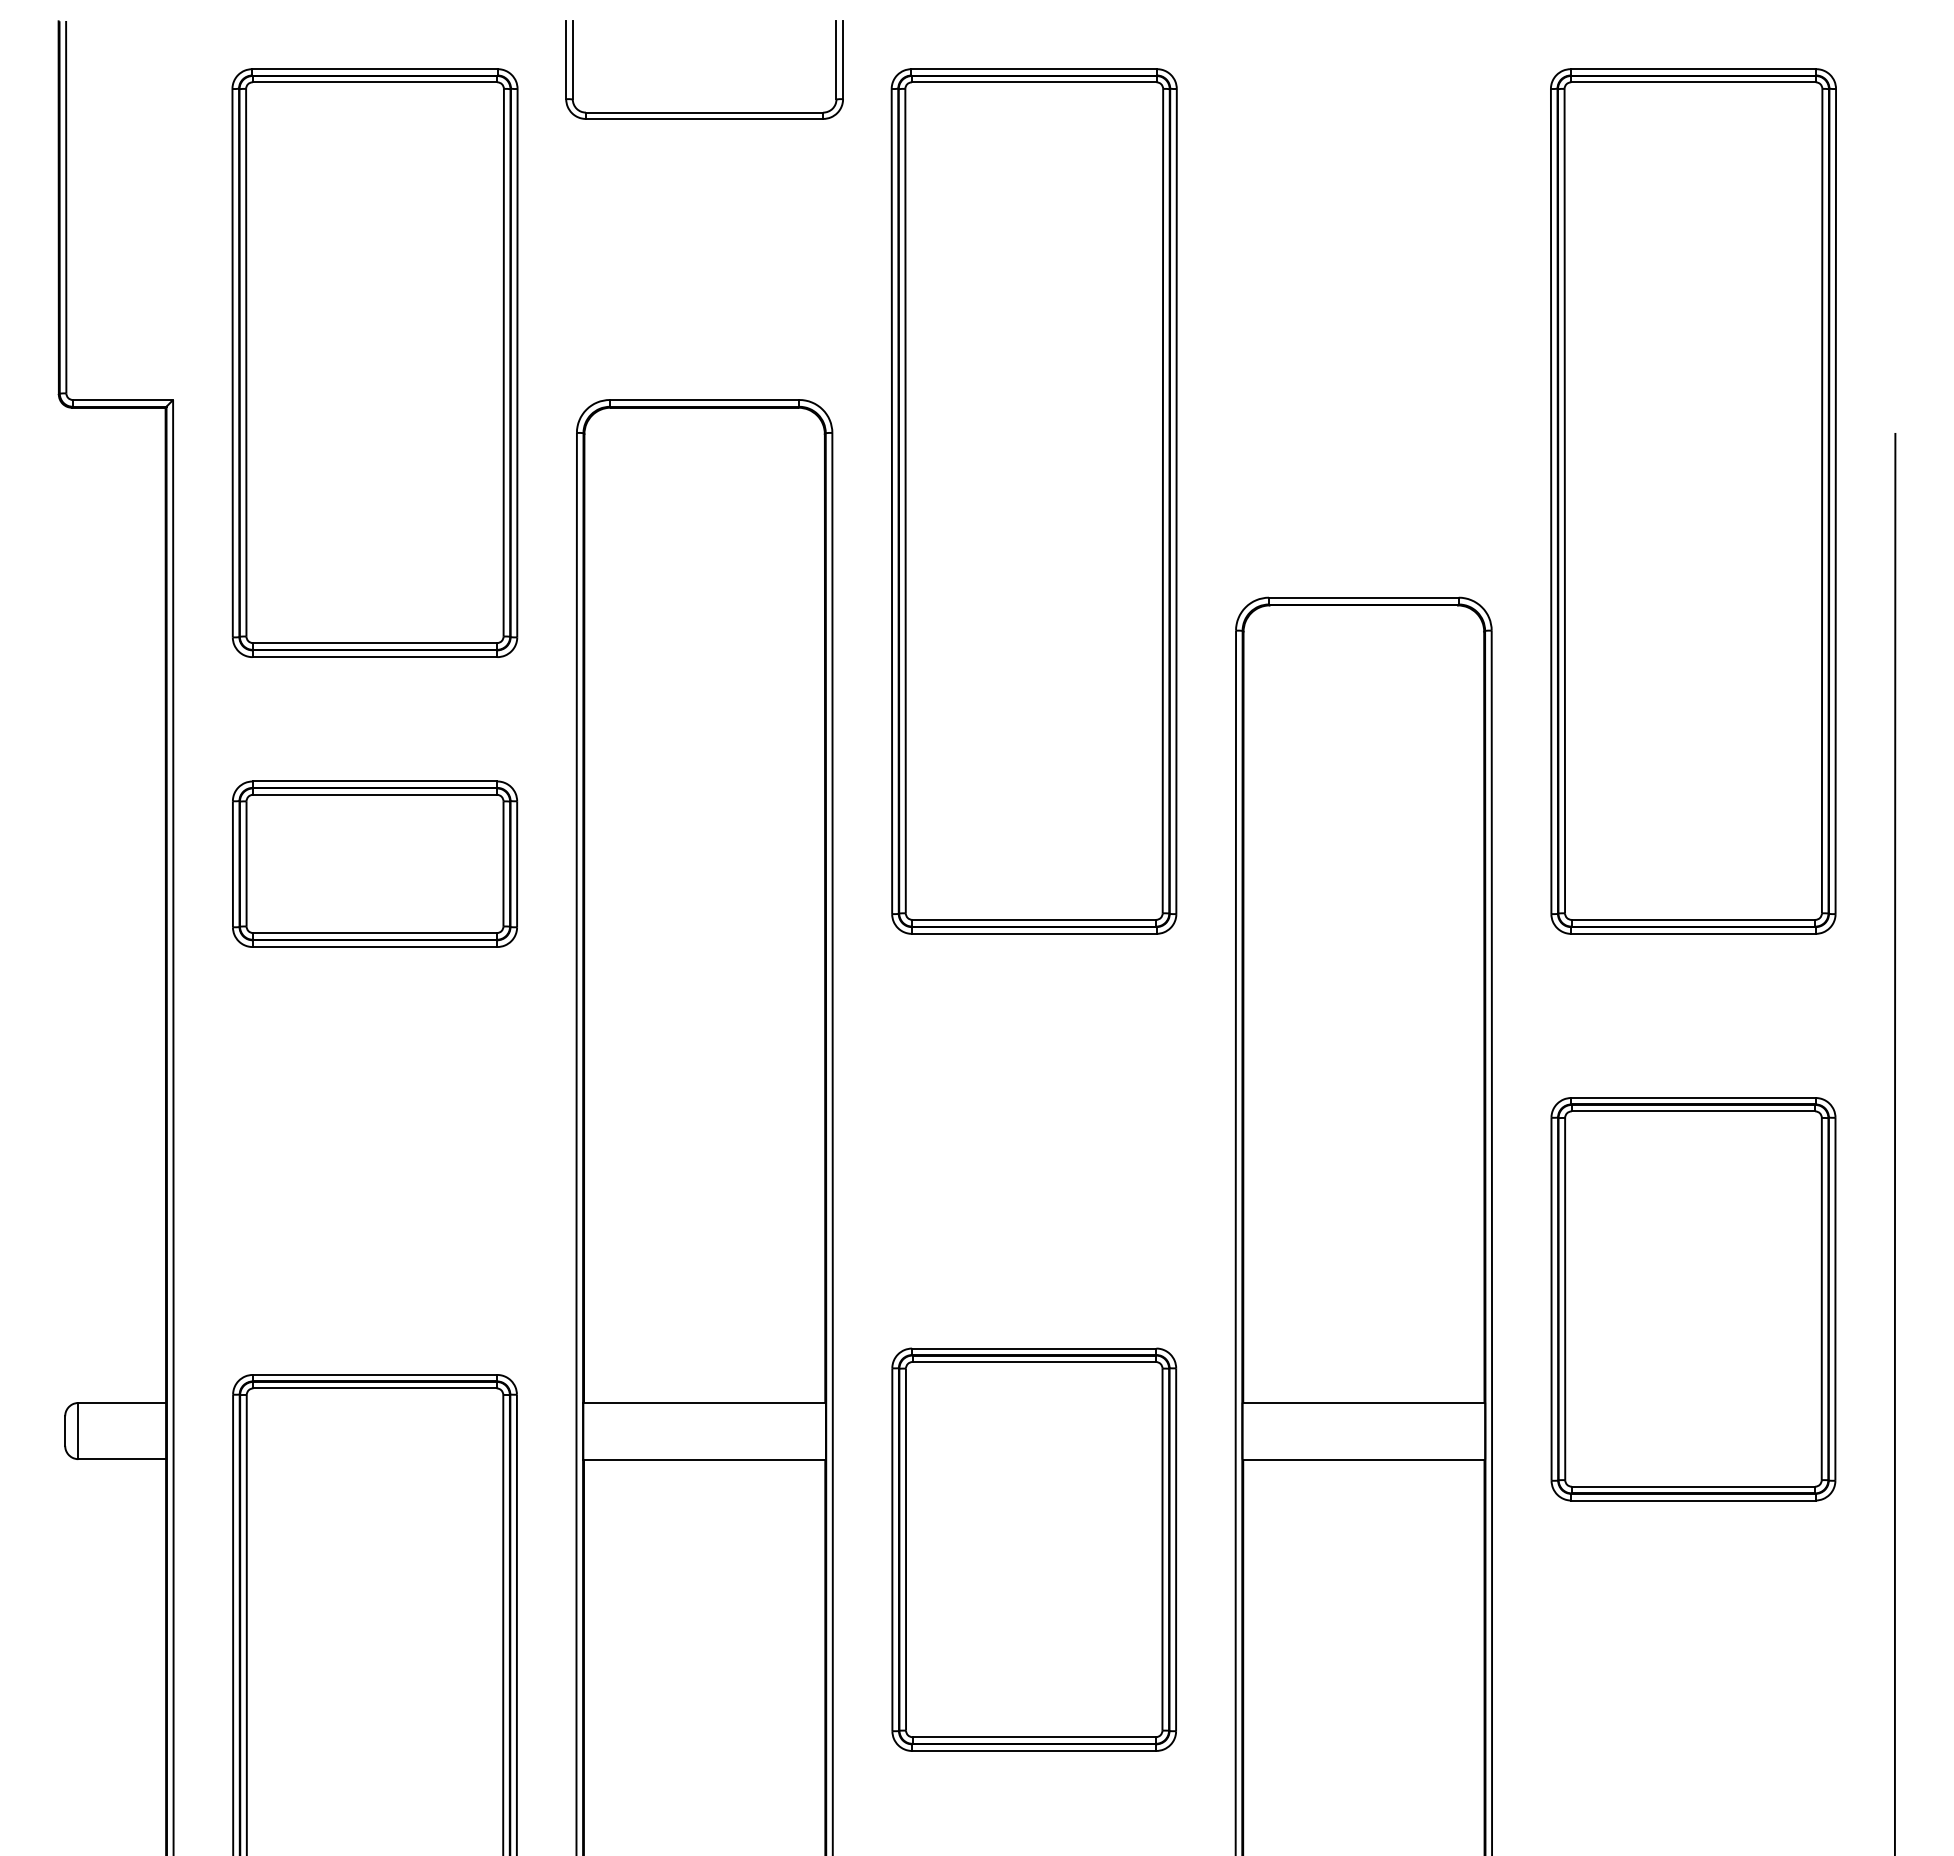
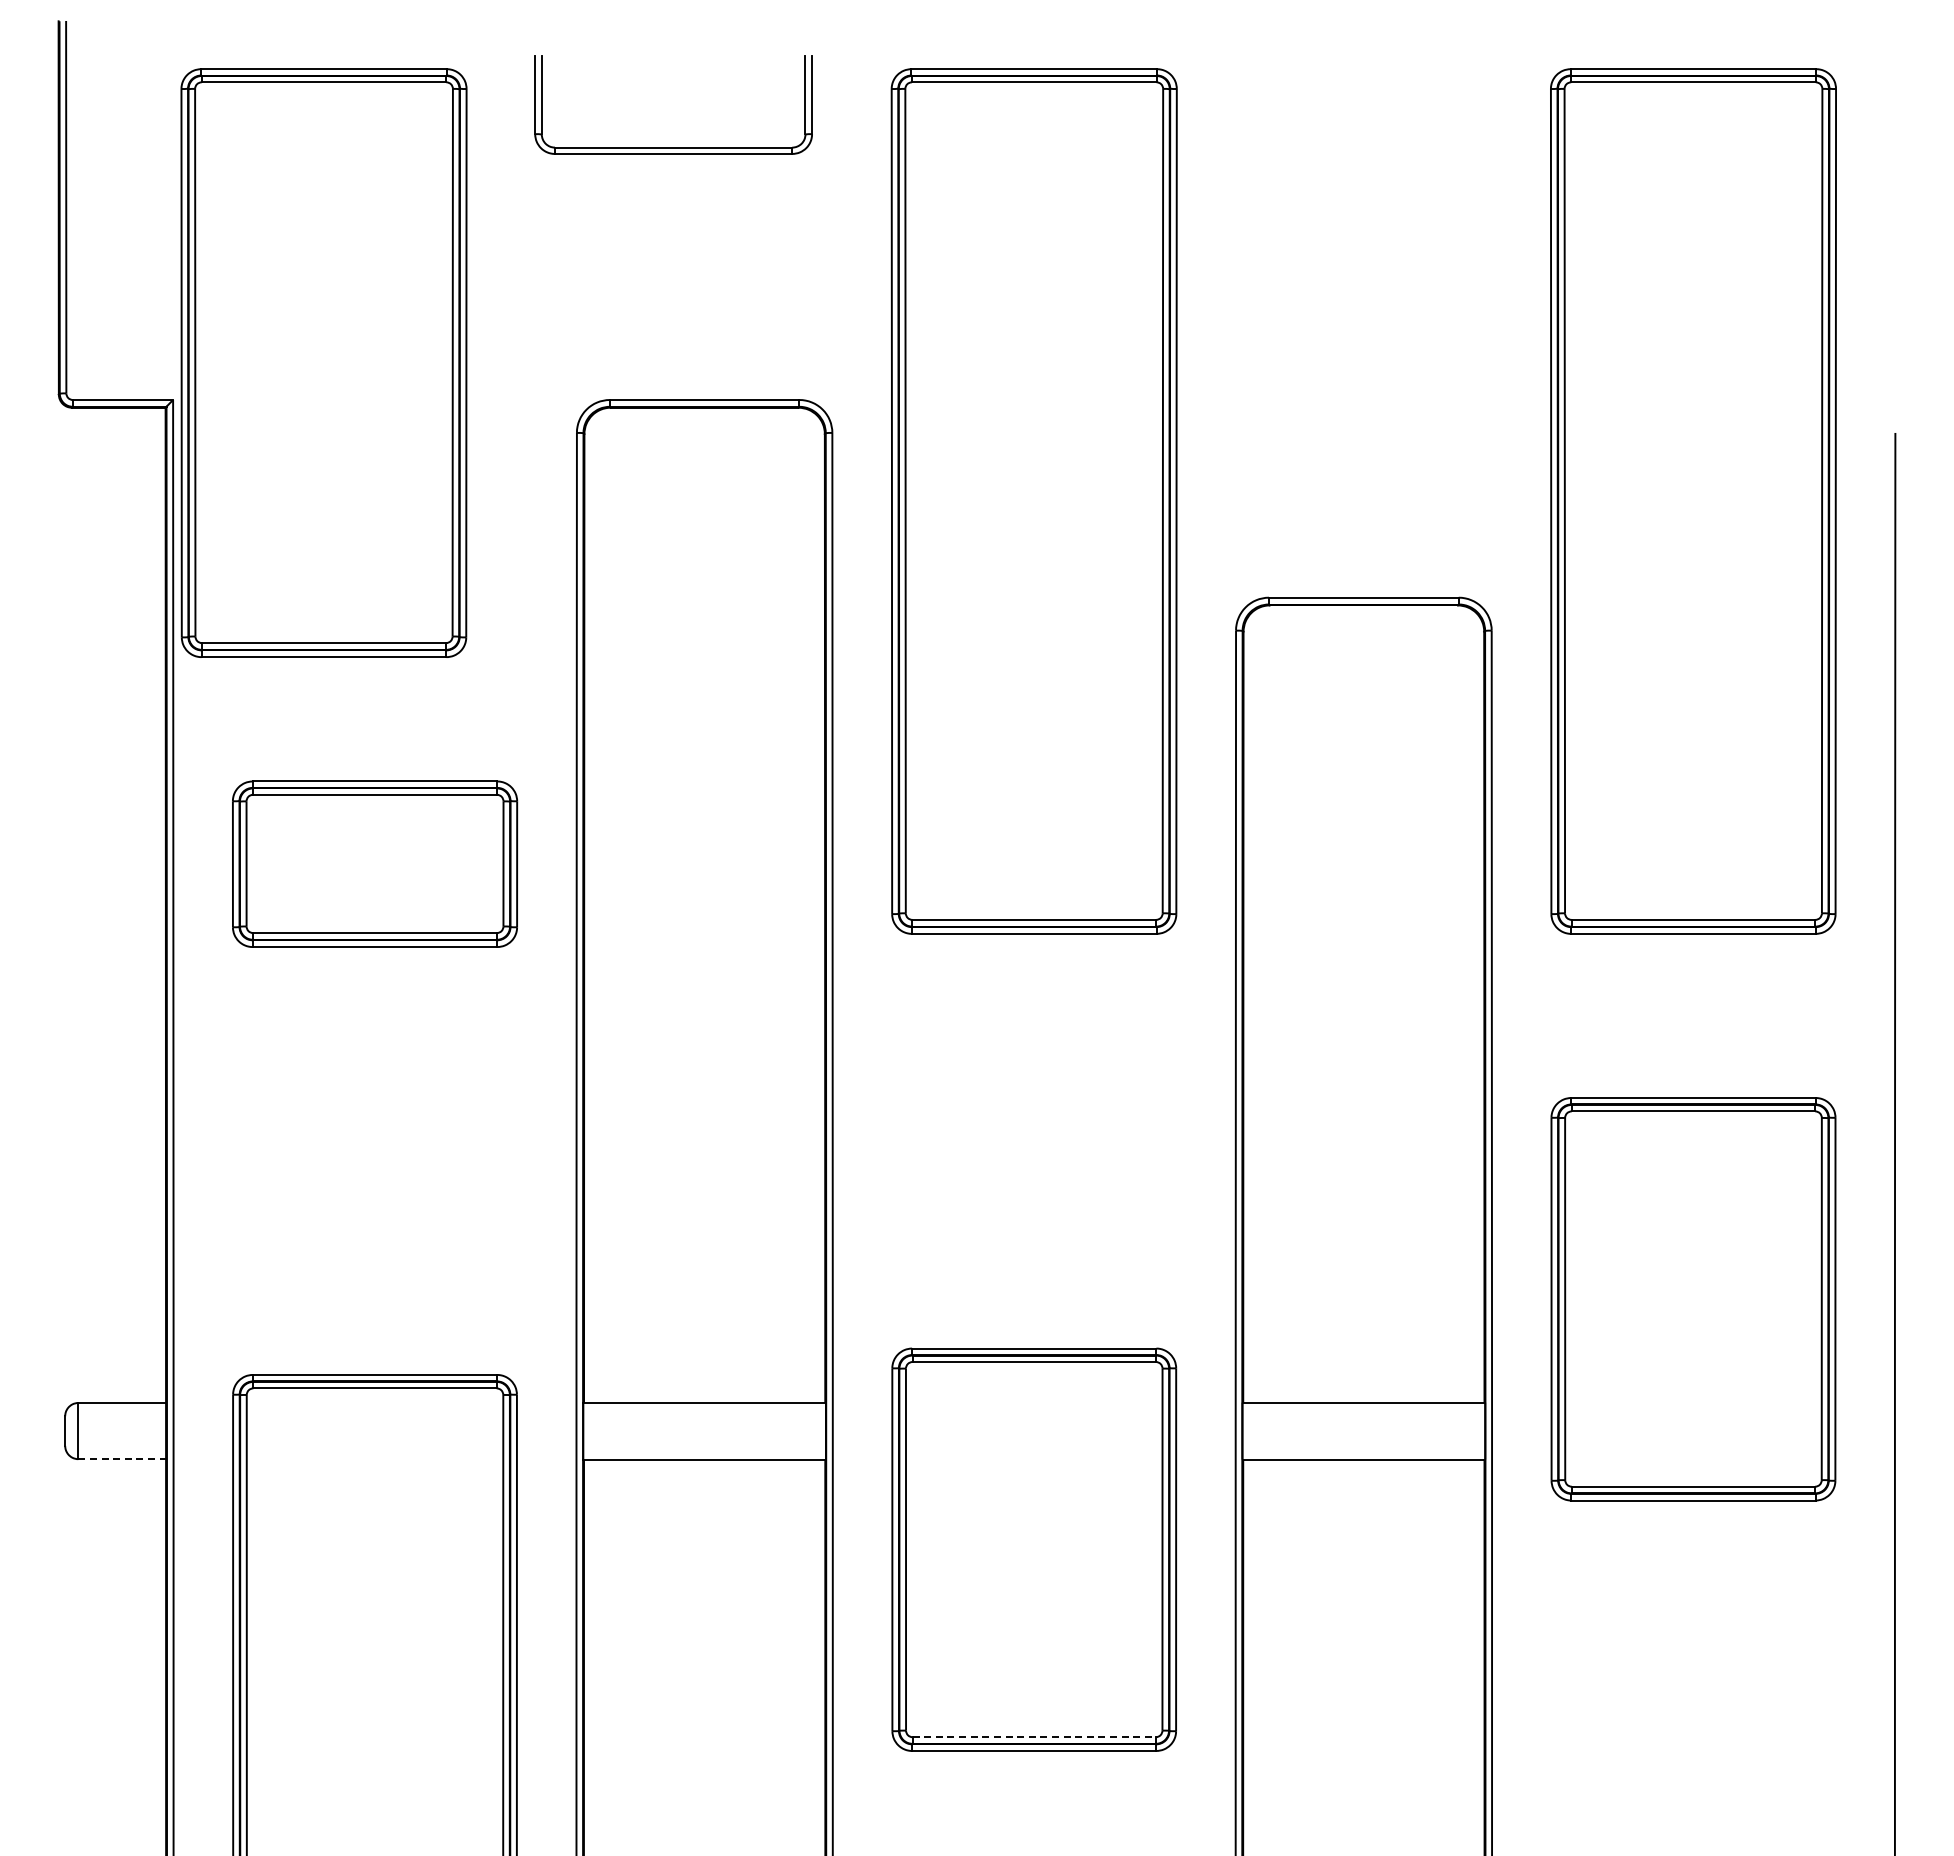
part at (704, 112) position: (704, 112) -> (673, 147)
part at (374, 362) position: (374, 362) -> (323, 362)
line at (122, 1459): solid -> dashed
line at (1034, 1737): solid -> dashed
